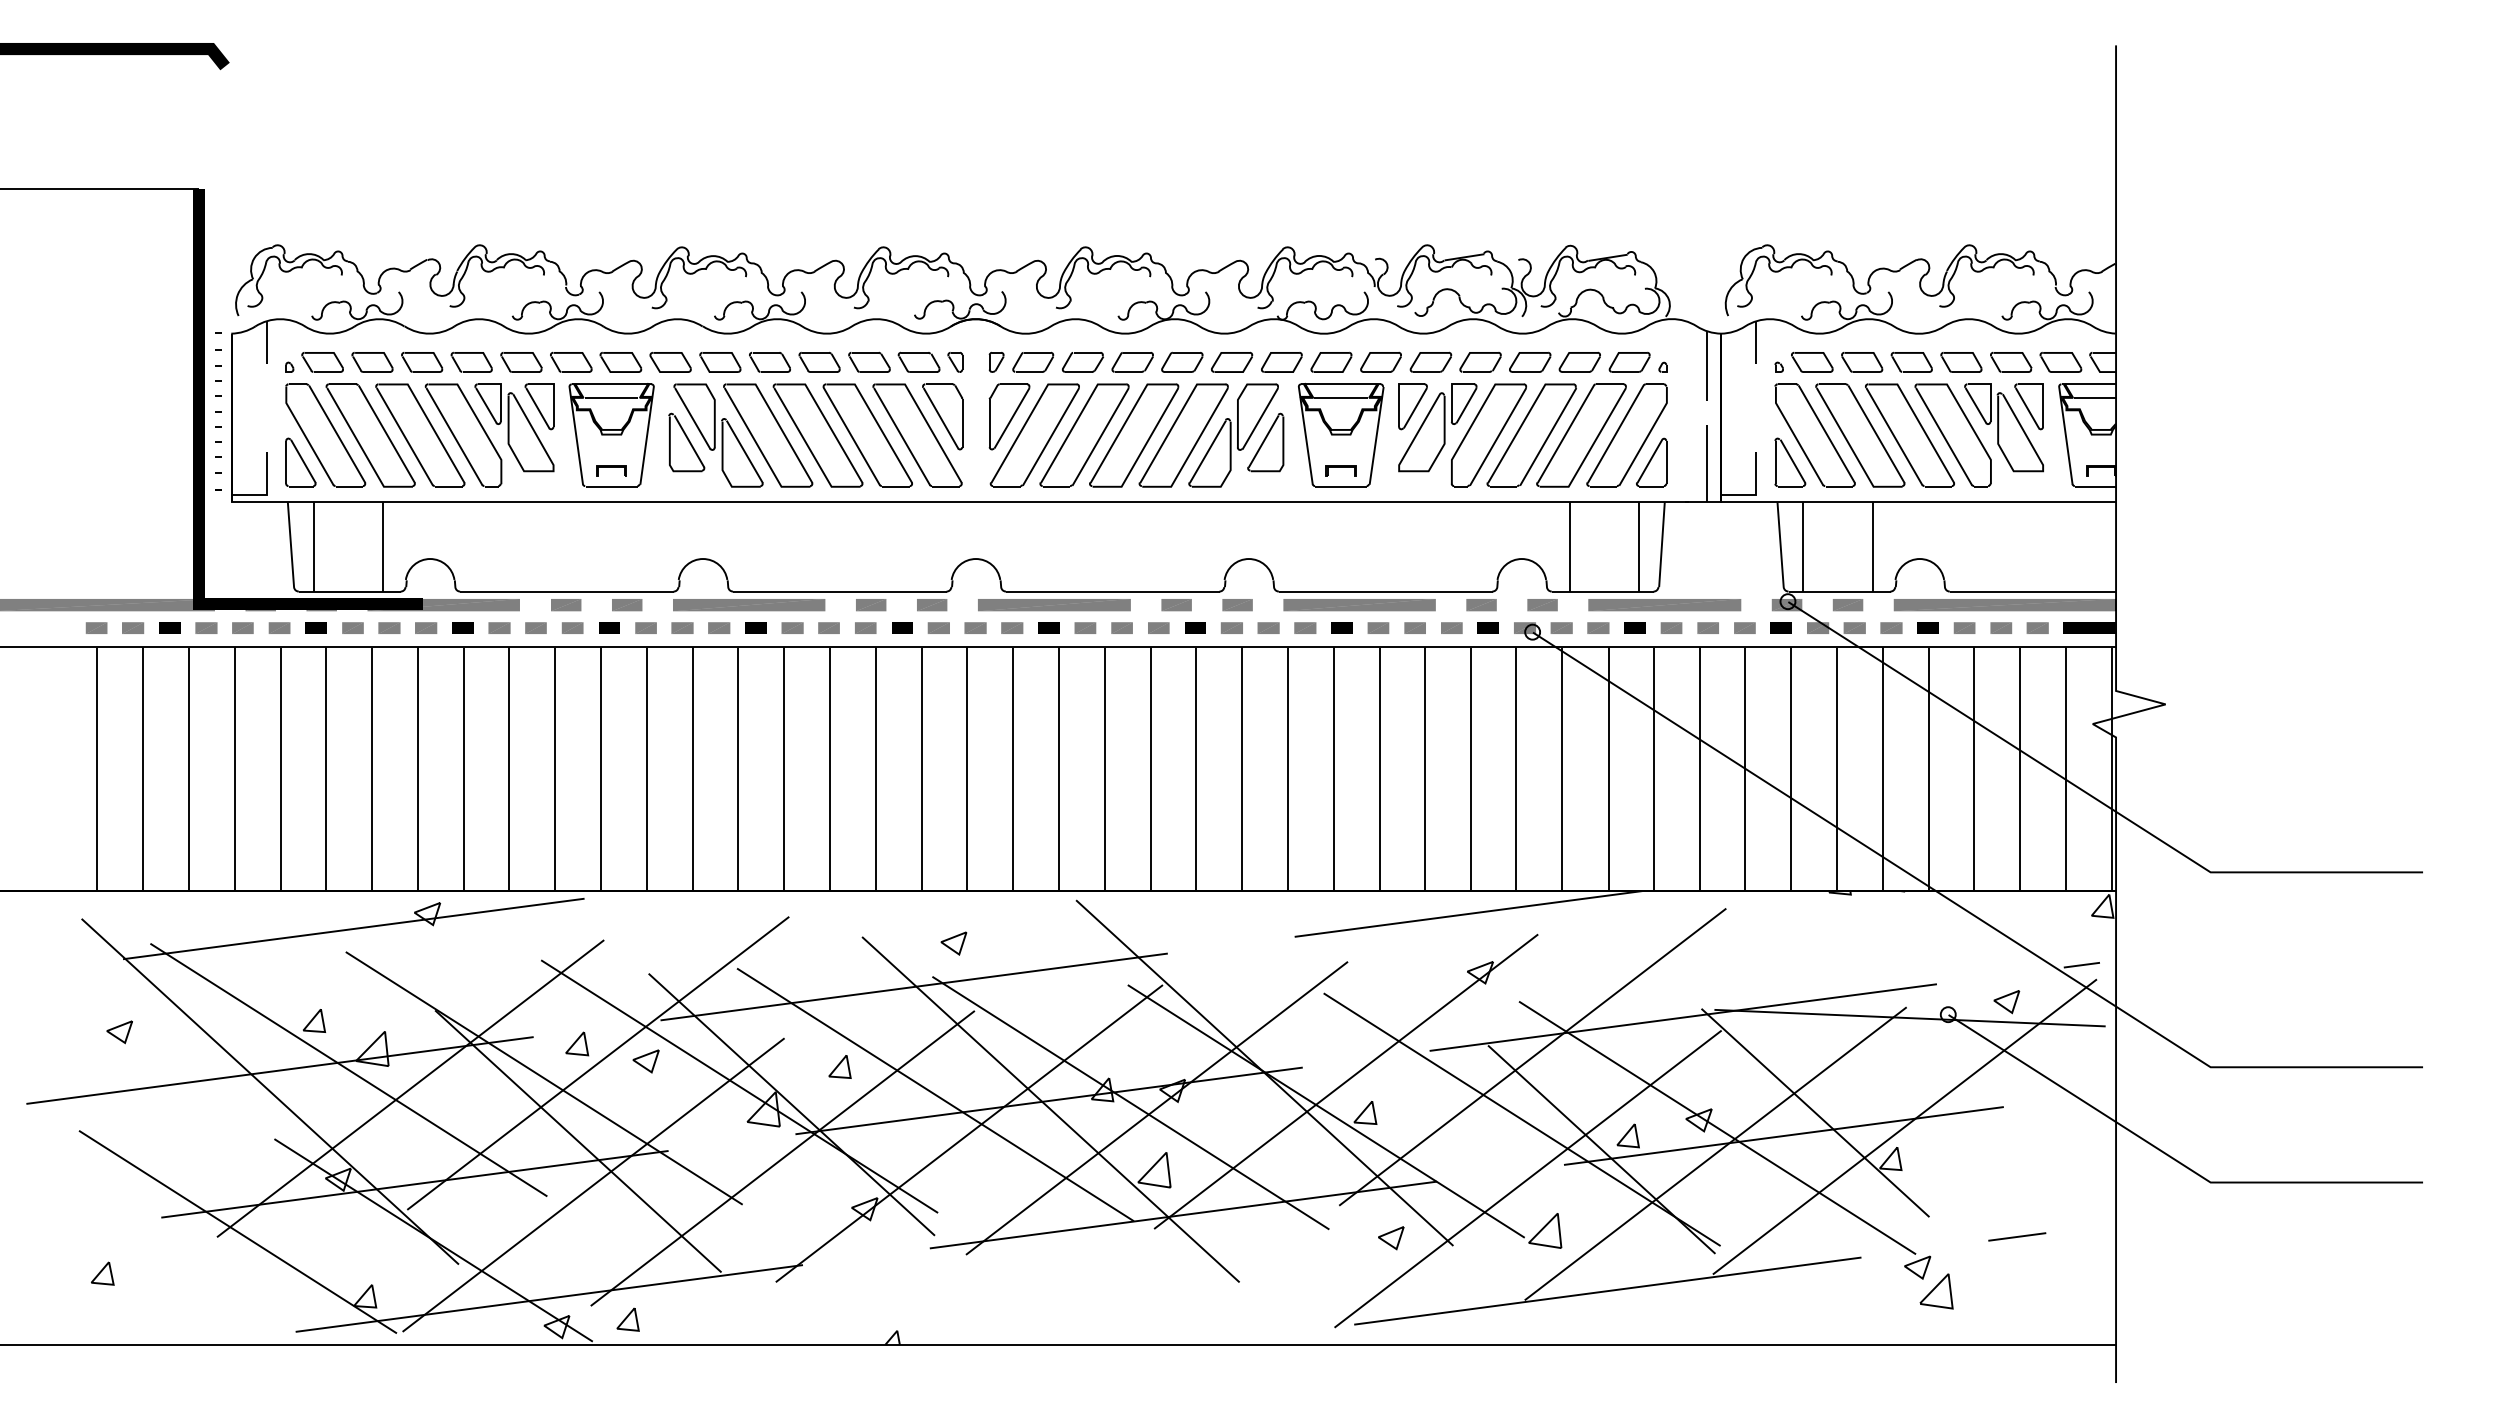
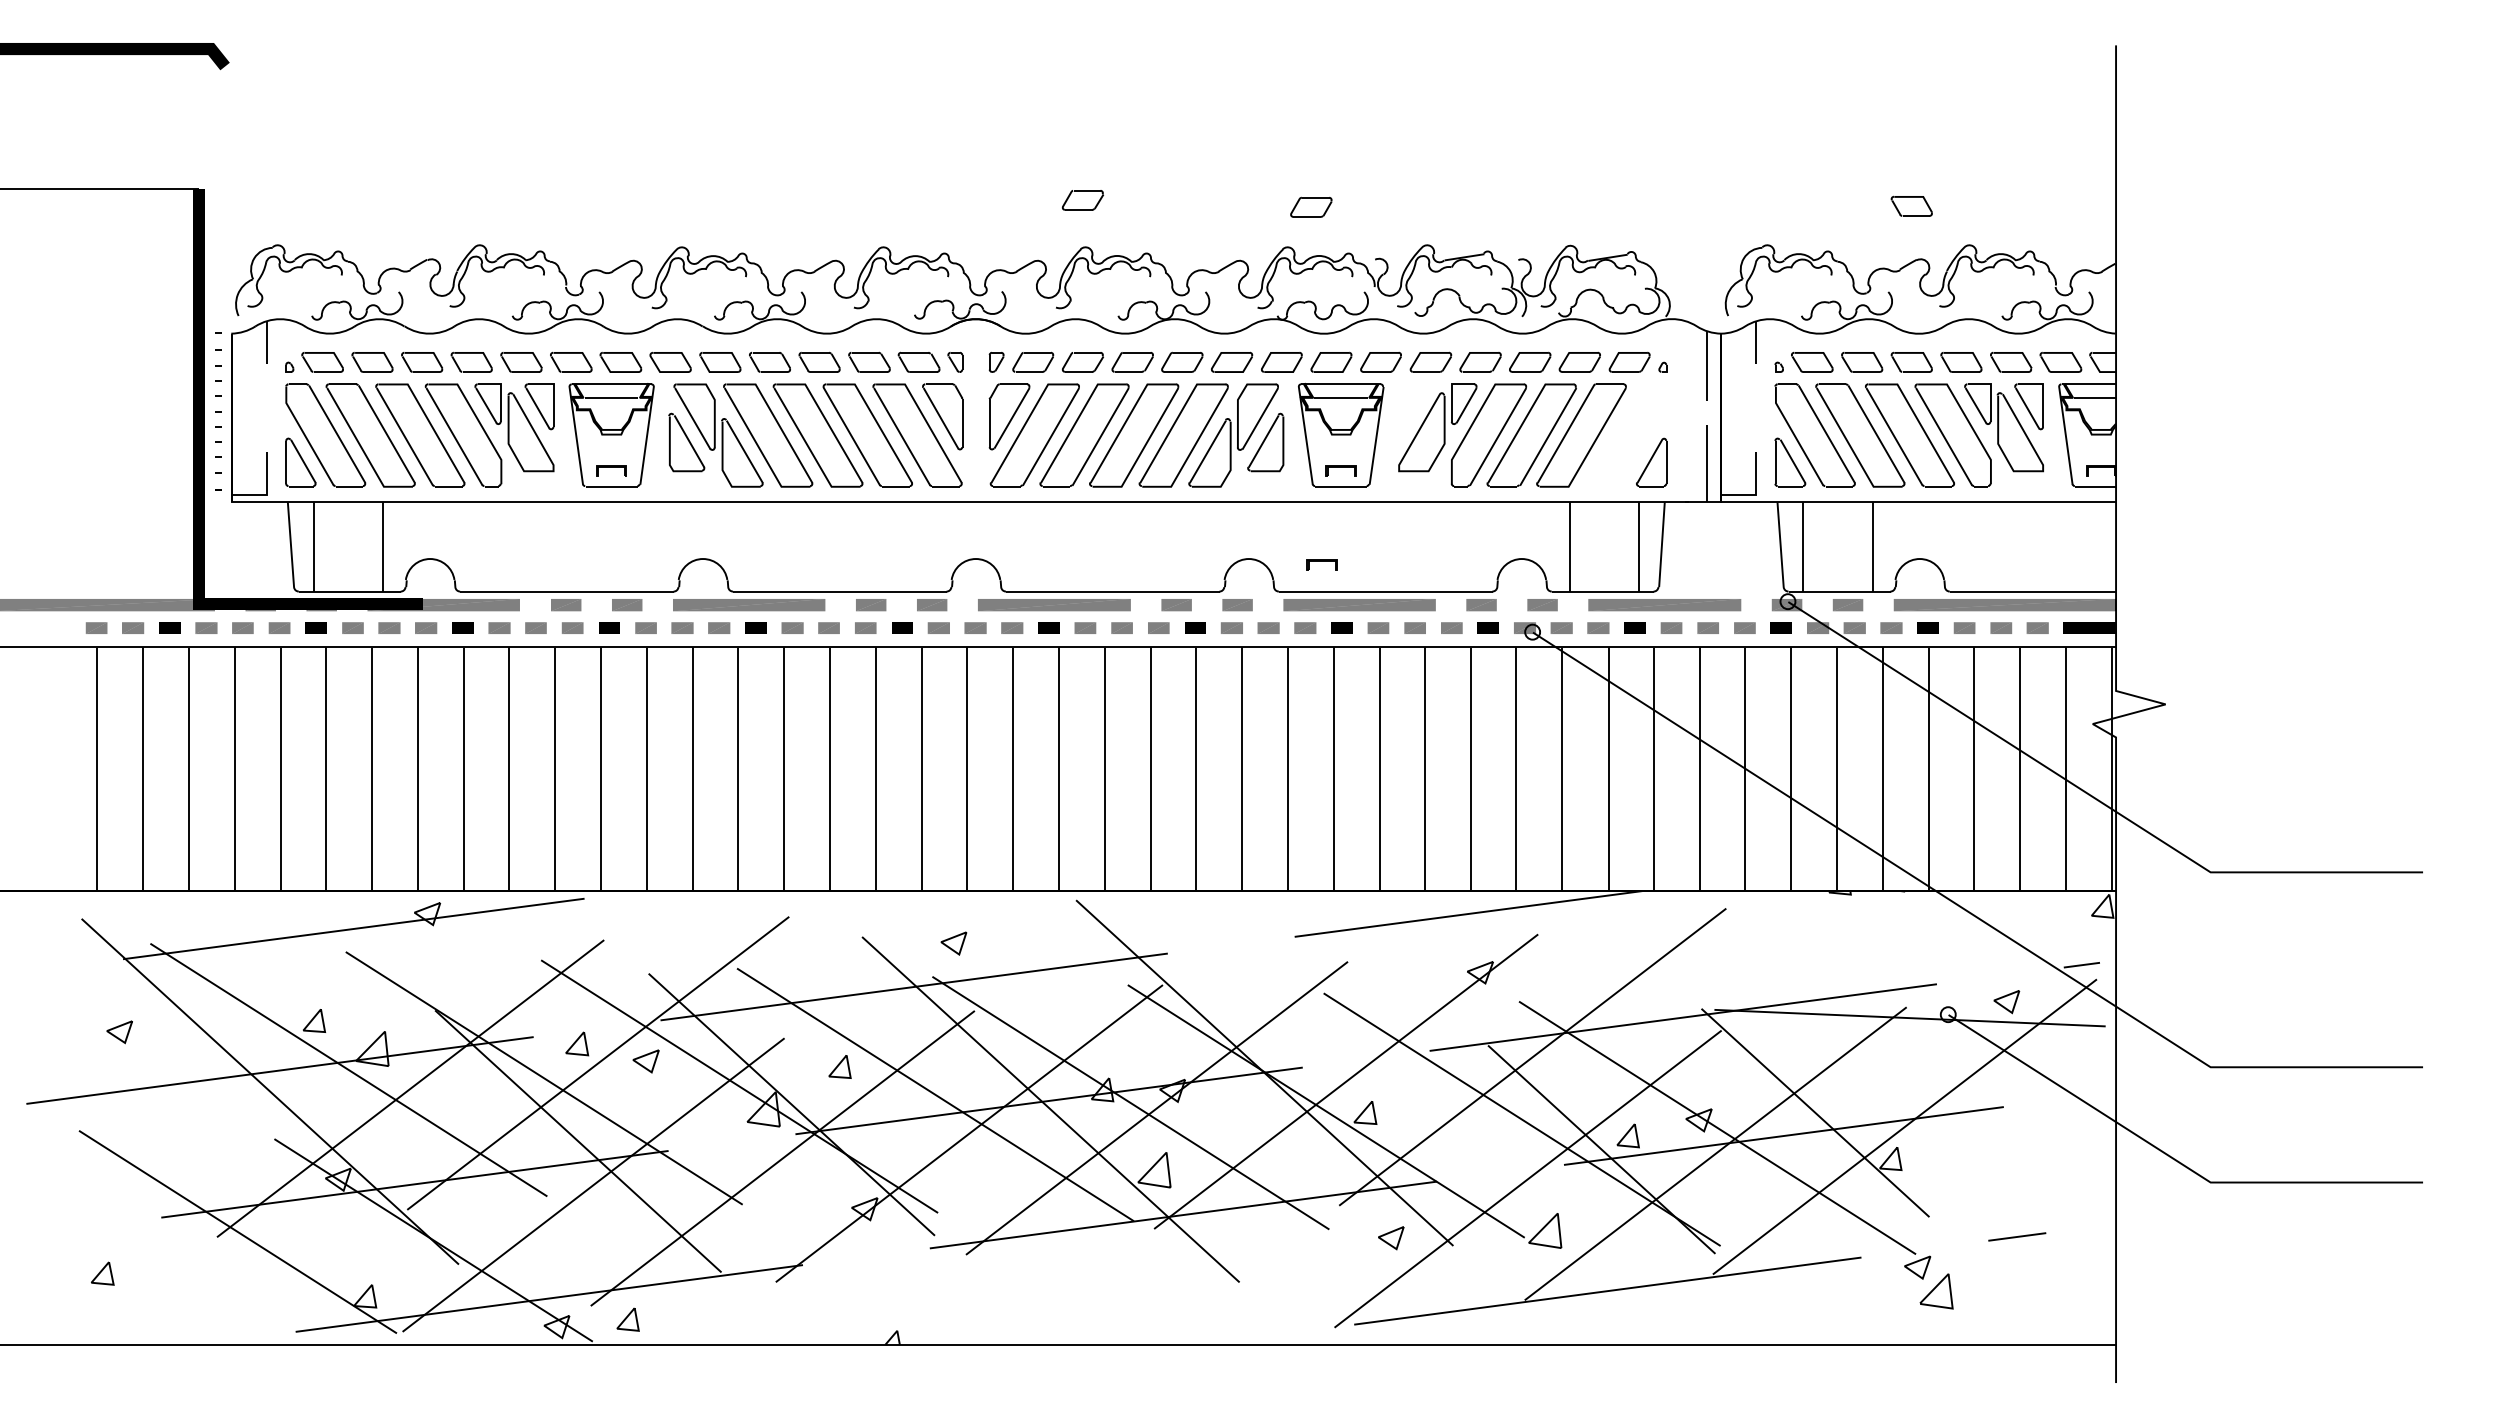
part at (1082, 200): none -> present
part at (1911, 205): none -> present
part at (1311, 206): none -> present
part at (1412, 406): present -> none
part at (1626, 435): present -> none
part at (1321, 564): none -> present
